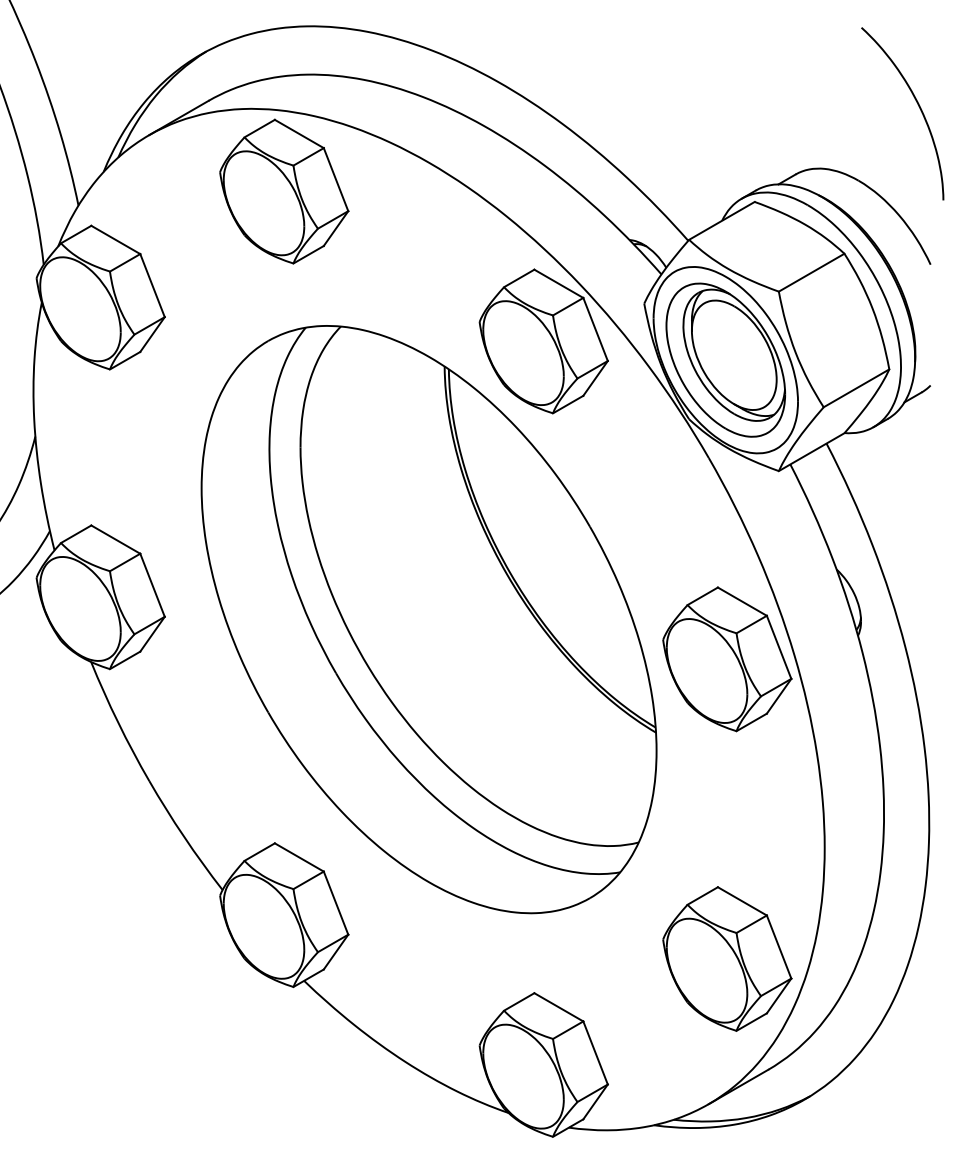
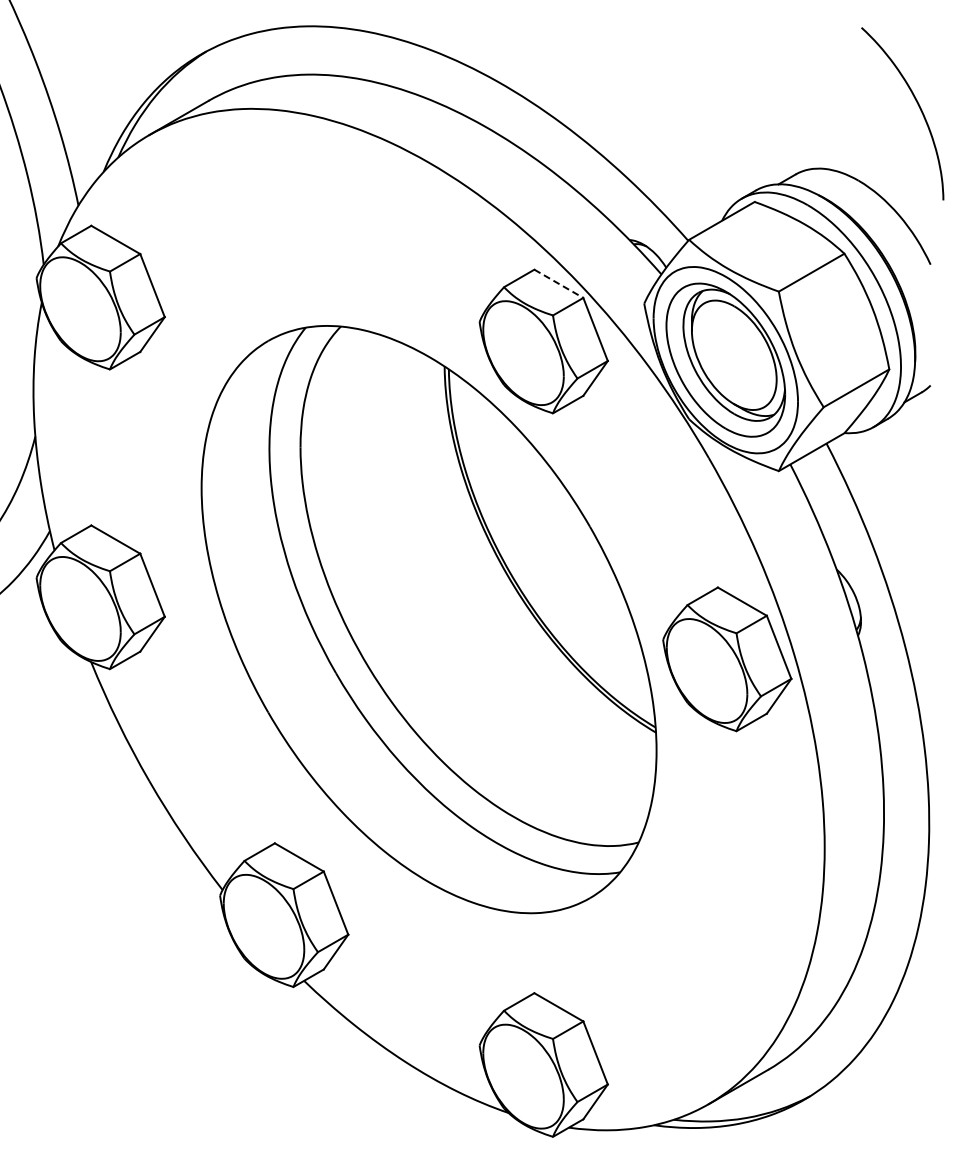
part at (284, 191): present -> none
line at (559, 284): solid -> dashed
part at (727, 958): present -> none
